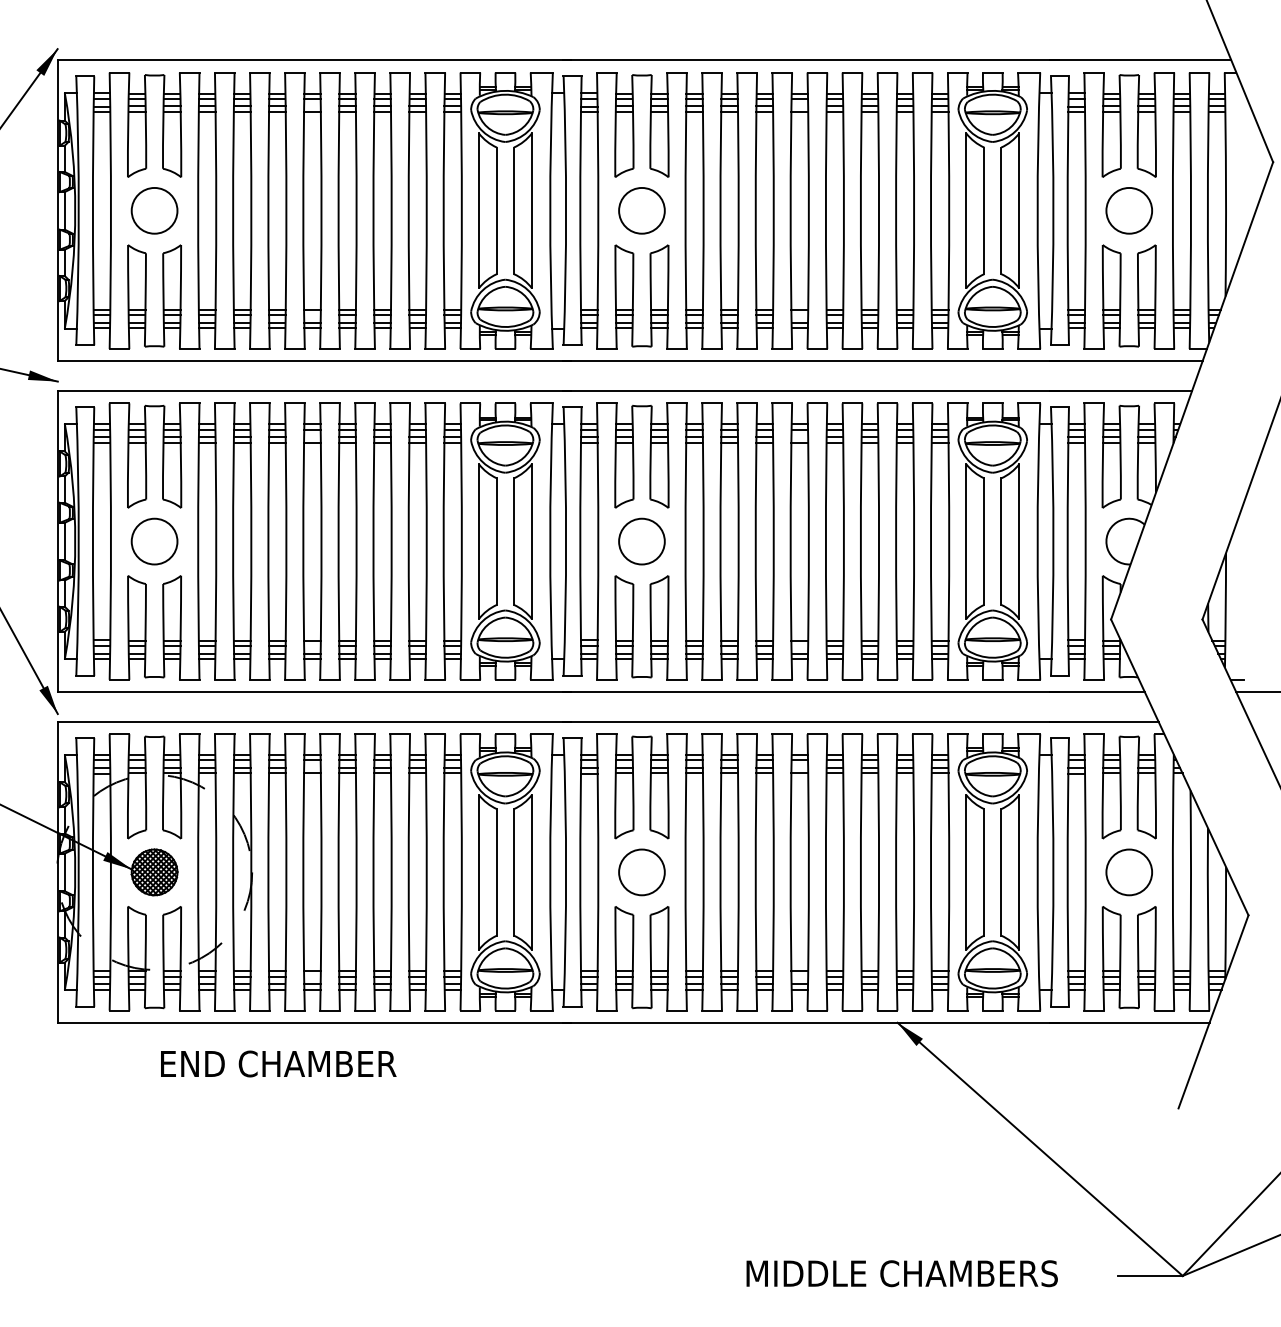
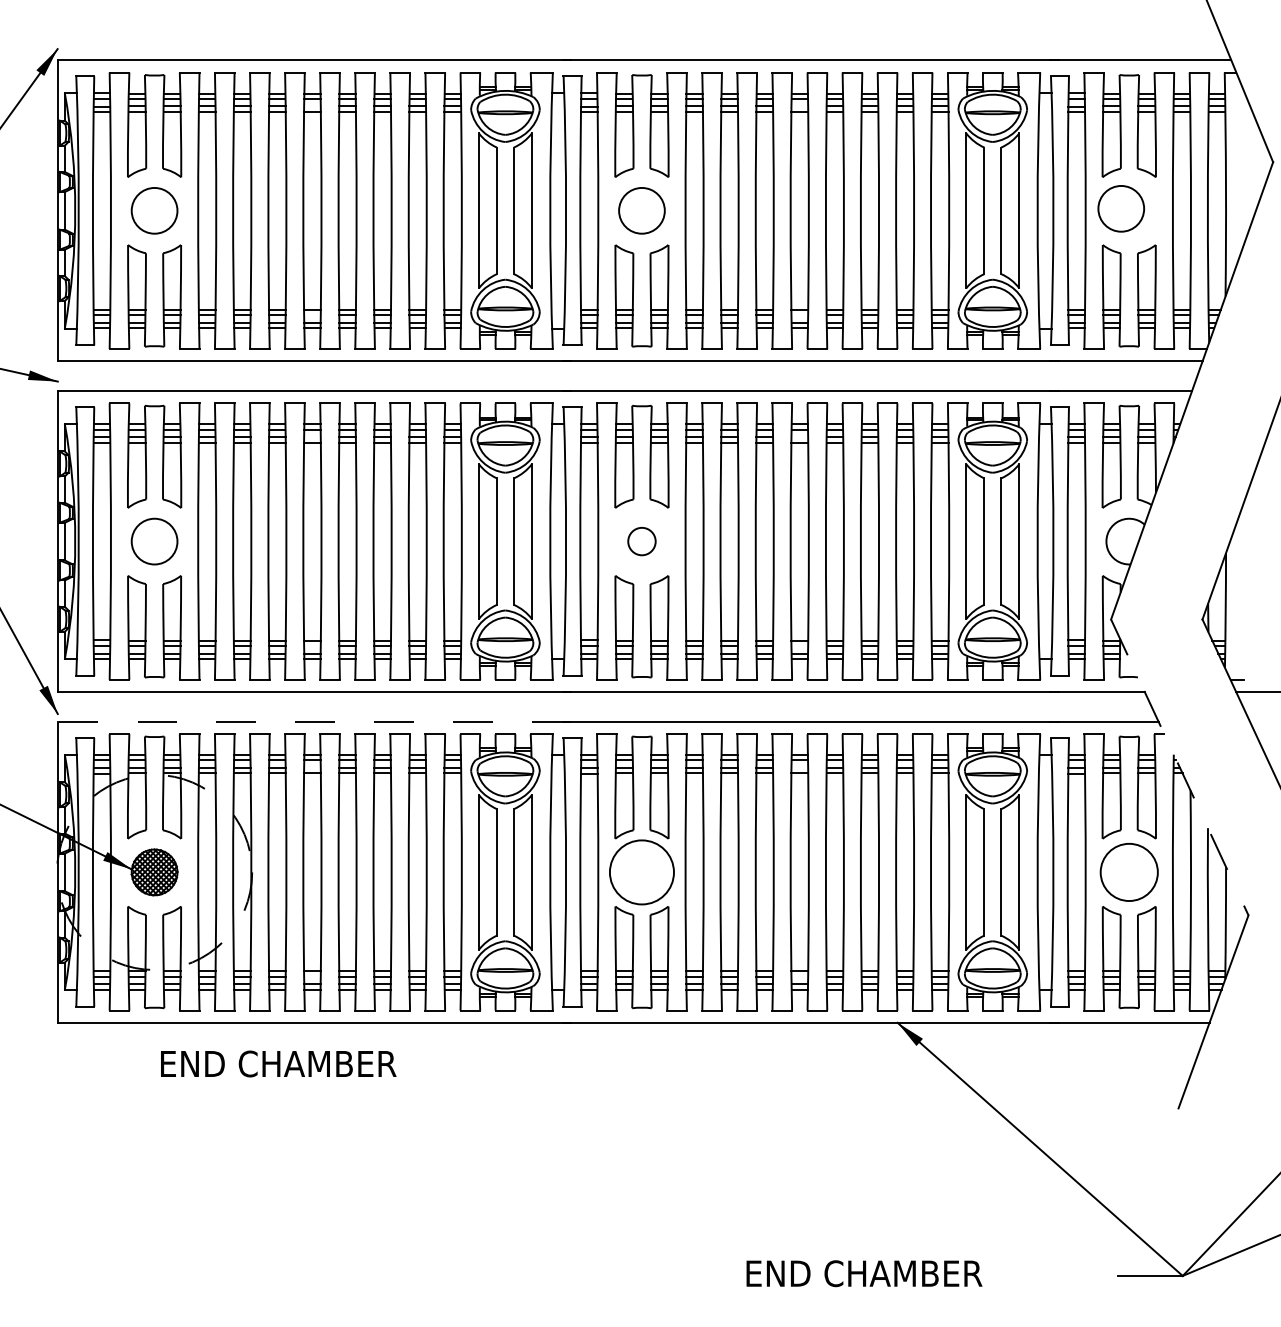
circle at (1128, 210) position: (1128, 210) -> (1120, 208)
circle at (641, 541) size: 48x49 px -> 30x30 px
line at (314, 722): solid -> dashed
line at (1180, 767): solid -> dashed
circle at (641, 872) diameter: 46 px -> 64 px
circle at (1129, 872) diameter: 46 px -> 57 px
text at (903, 1273): MIDDLE CHAMBERS -> END CHAMBER
